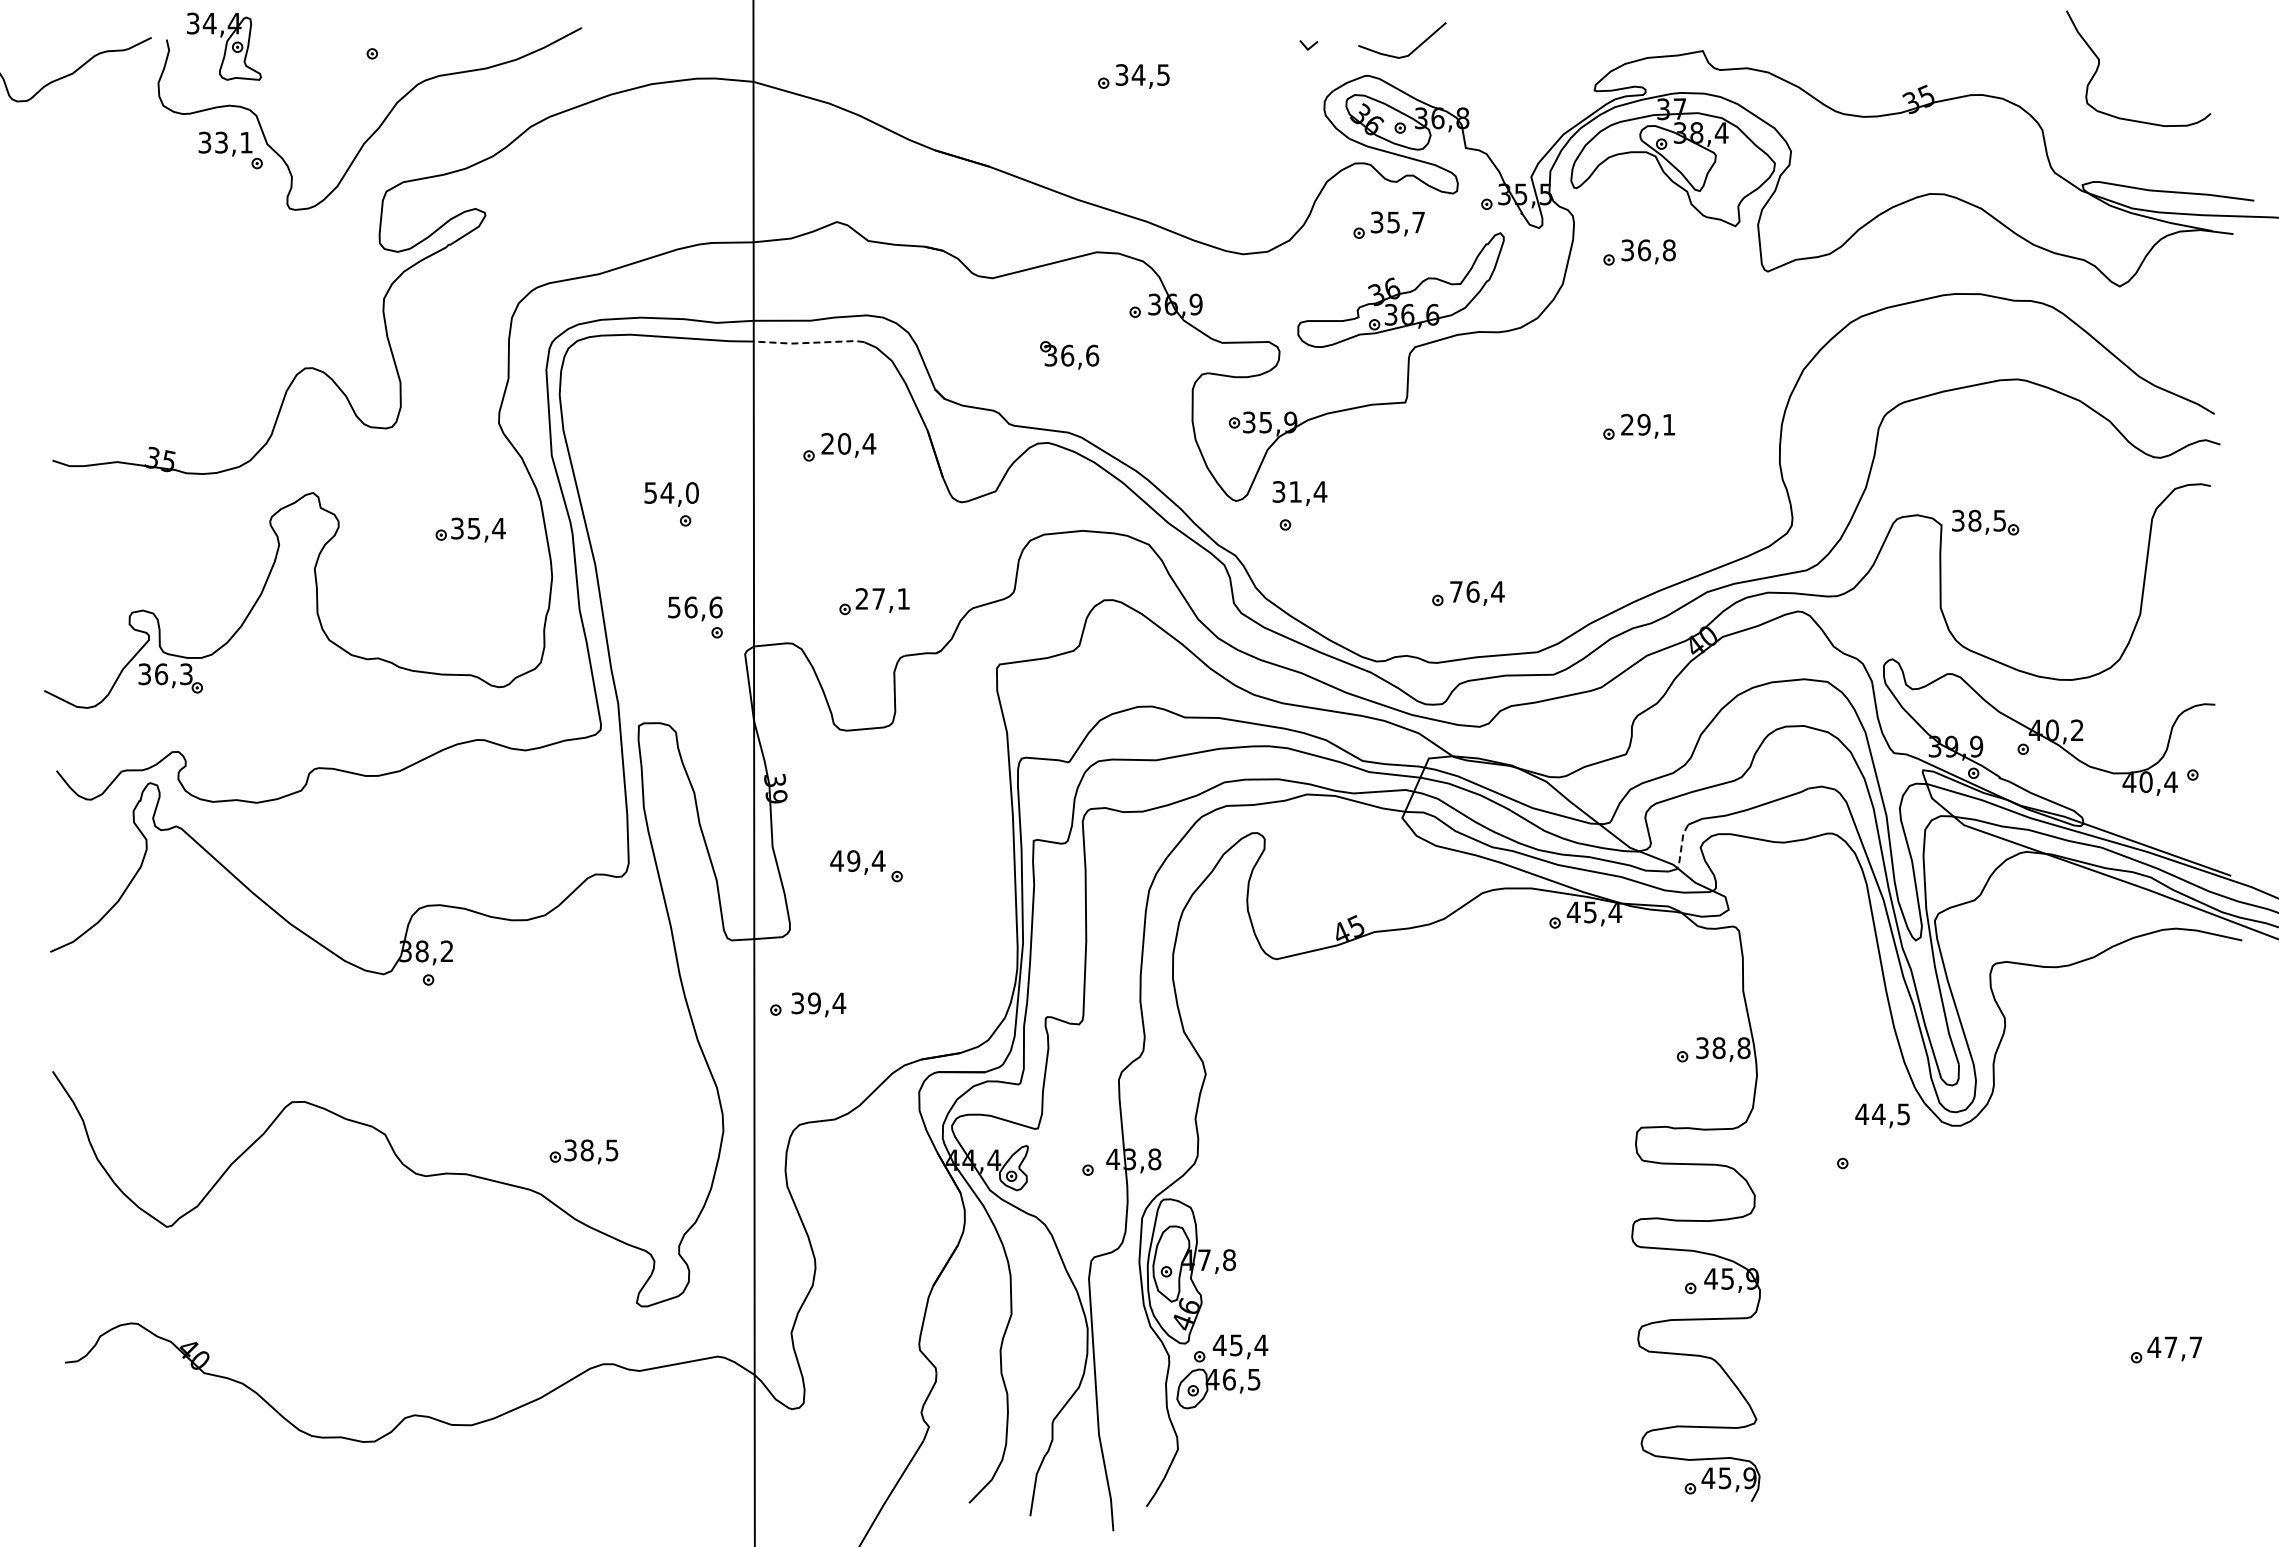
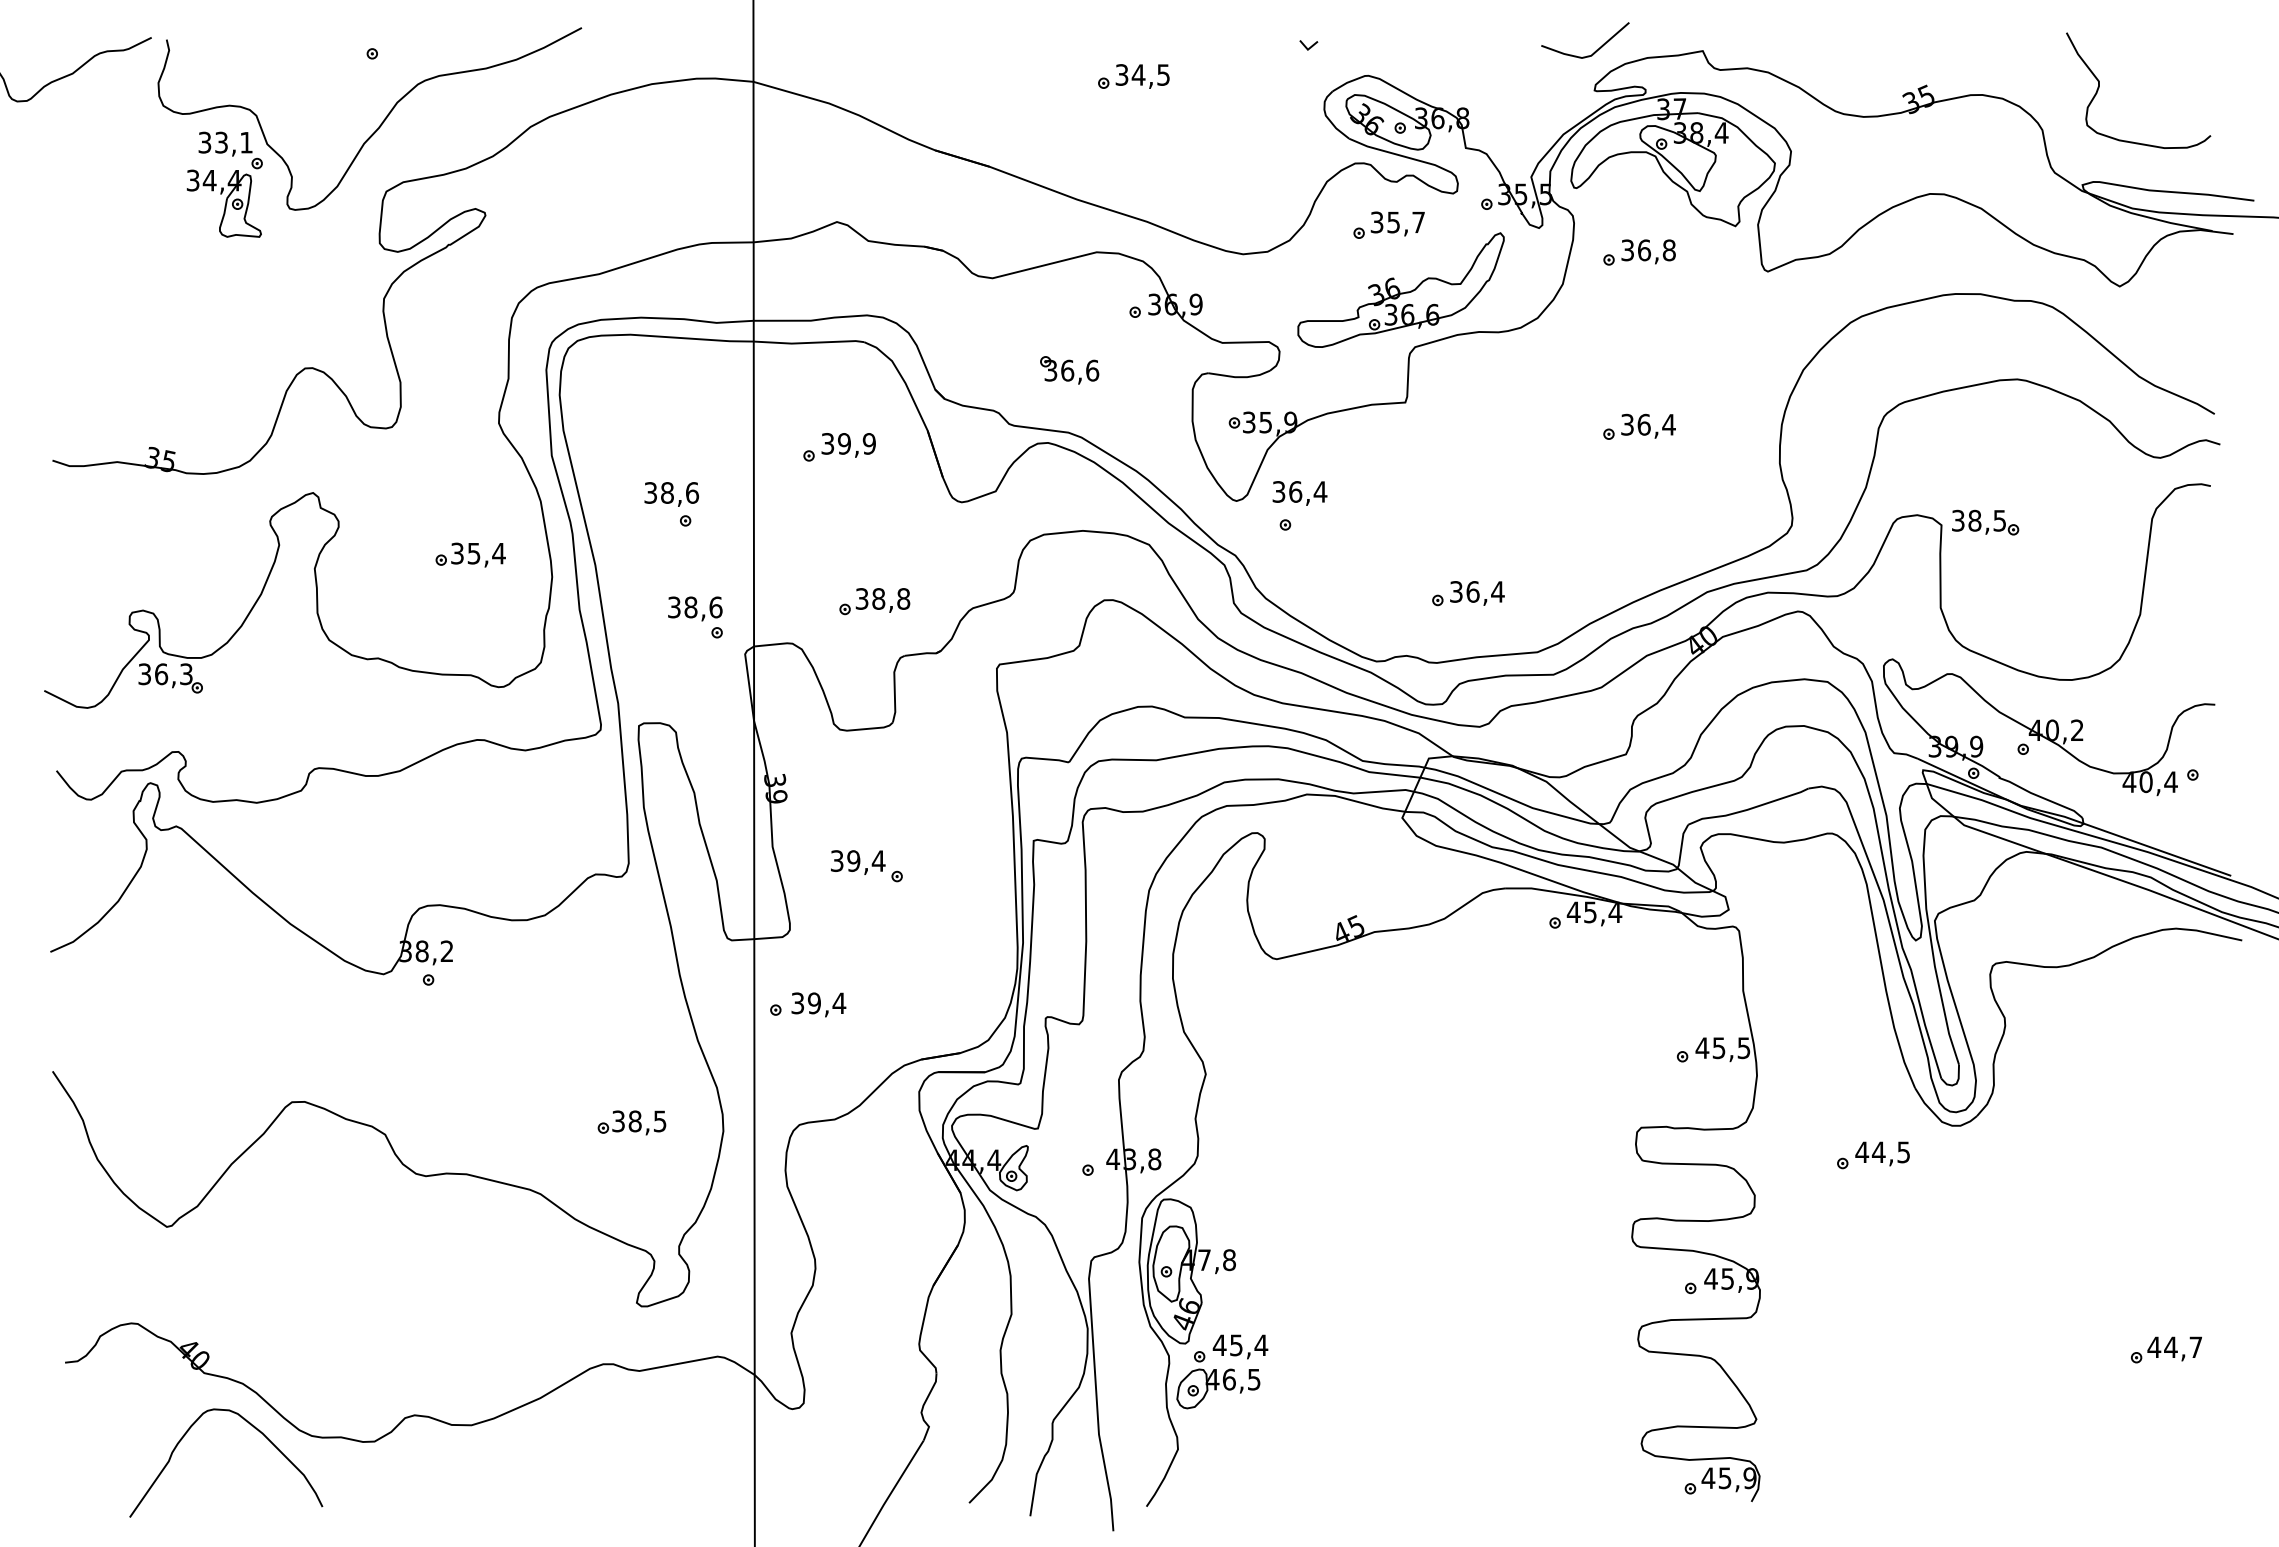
part at (223, 46) position: (223, 46) -> (223, 203)
line at (1412, 50) position: (1412, 50) -> (1595, 50)
curve at (2099, 66) position: (2099, 66) -> (2099, 88)
line at (808, 342): dashed -> solid
part at (1069, 355) position: (1069, 355) -> (1069, 370)
text at (1648, 424): 29,1 -> 36,4
text at (848, 443): 20,4 -> 39,9
text at (1295, 491): 31,4 -> 36,4
text at (672, 492): 54,0 -> 38,6
part at (470, 529) position: (470, 529) -> (470, 554)
text at (1456, 591): 76,4 -> 36,4
text at (882, 598): 27,1 -> 38,8
text at (682, 607): 56,6 -> 38,6
line at (1681, 846): dashed -> solid
text at (837, 860): 49,4 -> 39,4
text at (1722, 1048): 38,8 -> 45,5
text at (1882, 1115) position: (1882, 1115) -> (1882, 1153)
part at (583, 1151) position: (583, 1151) -> (631, 1122)
text at (2170, 1346): 47,7 -> 44,7
curve at (255, 1429): none -> present
